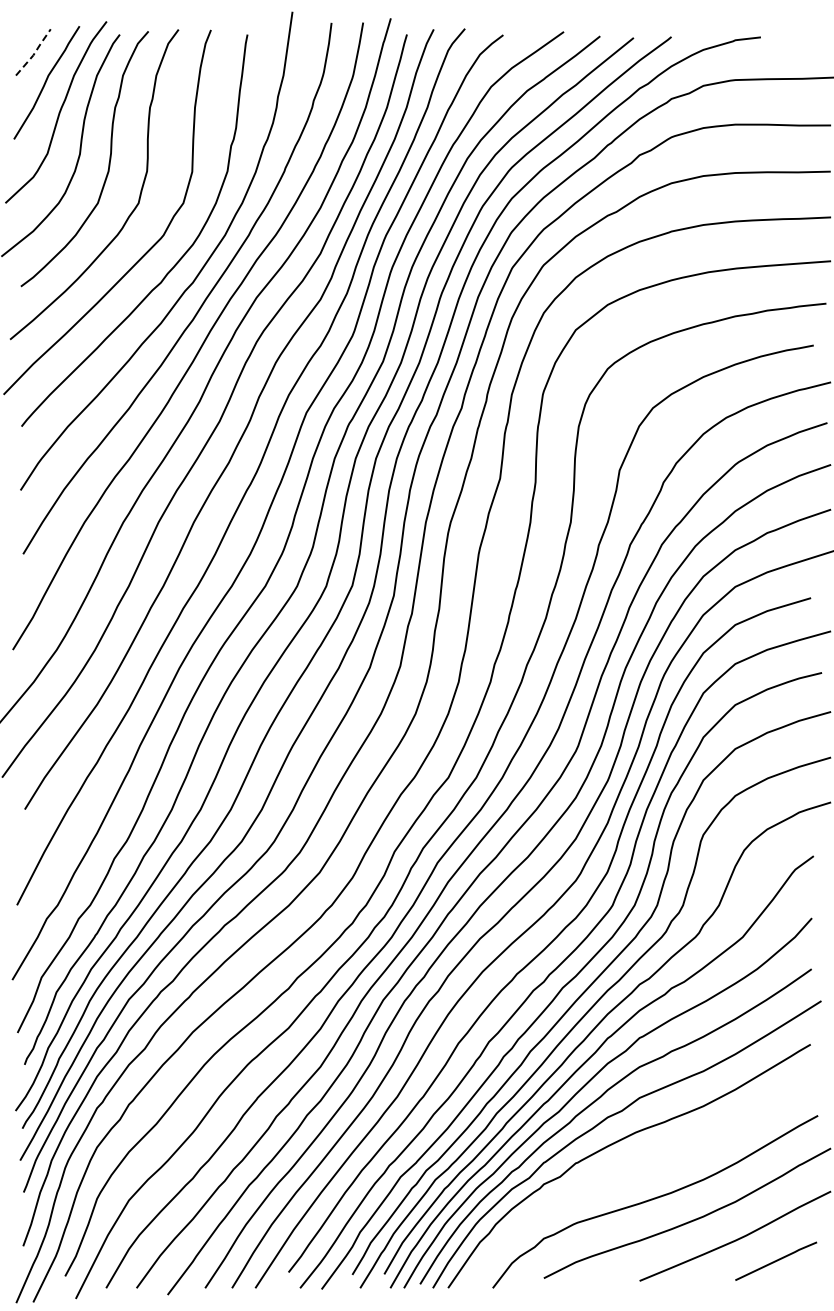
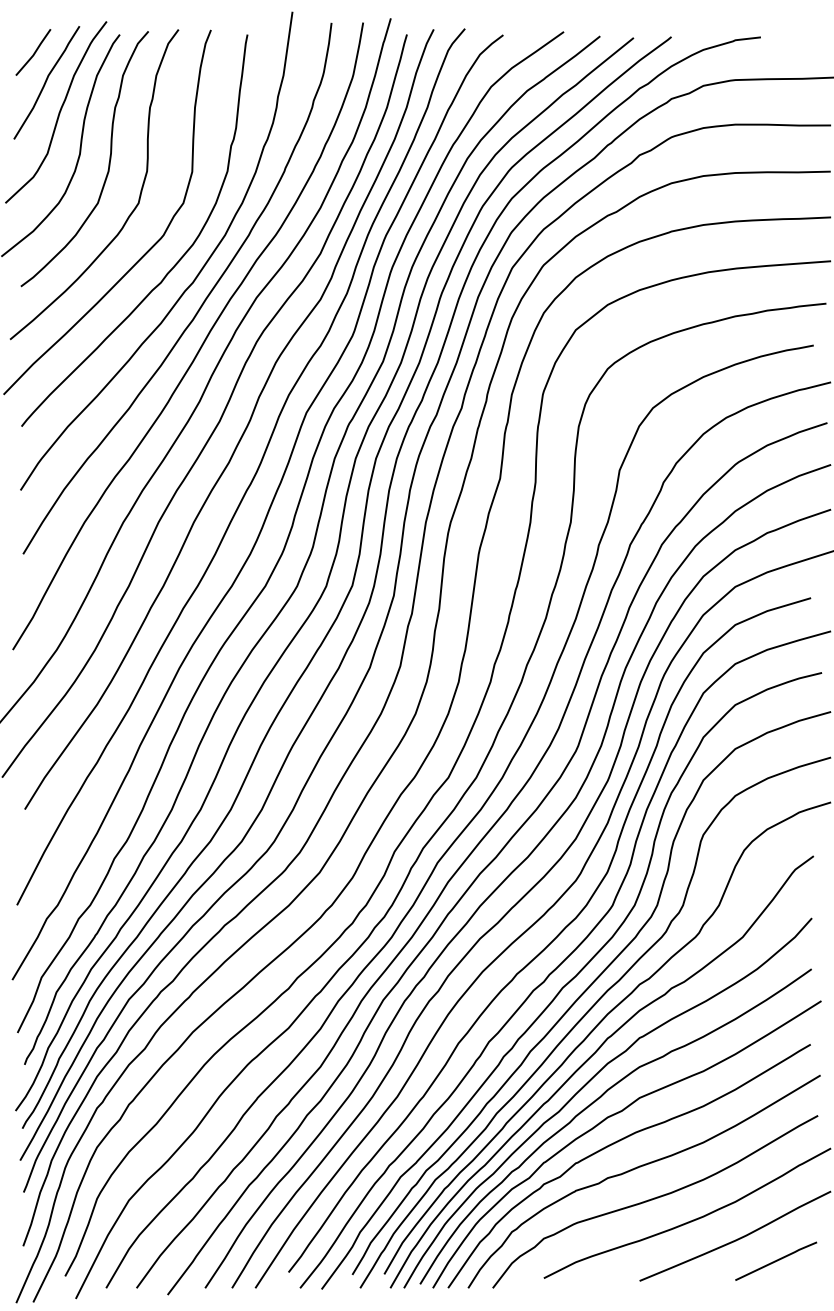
line at (34, 53): dashed -> solid
curve at (638, 1168): none -> present
